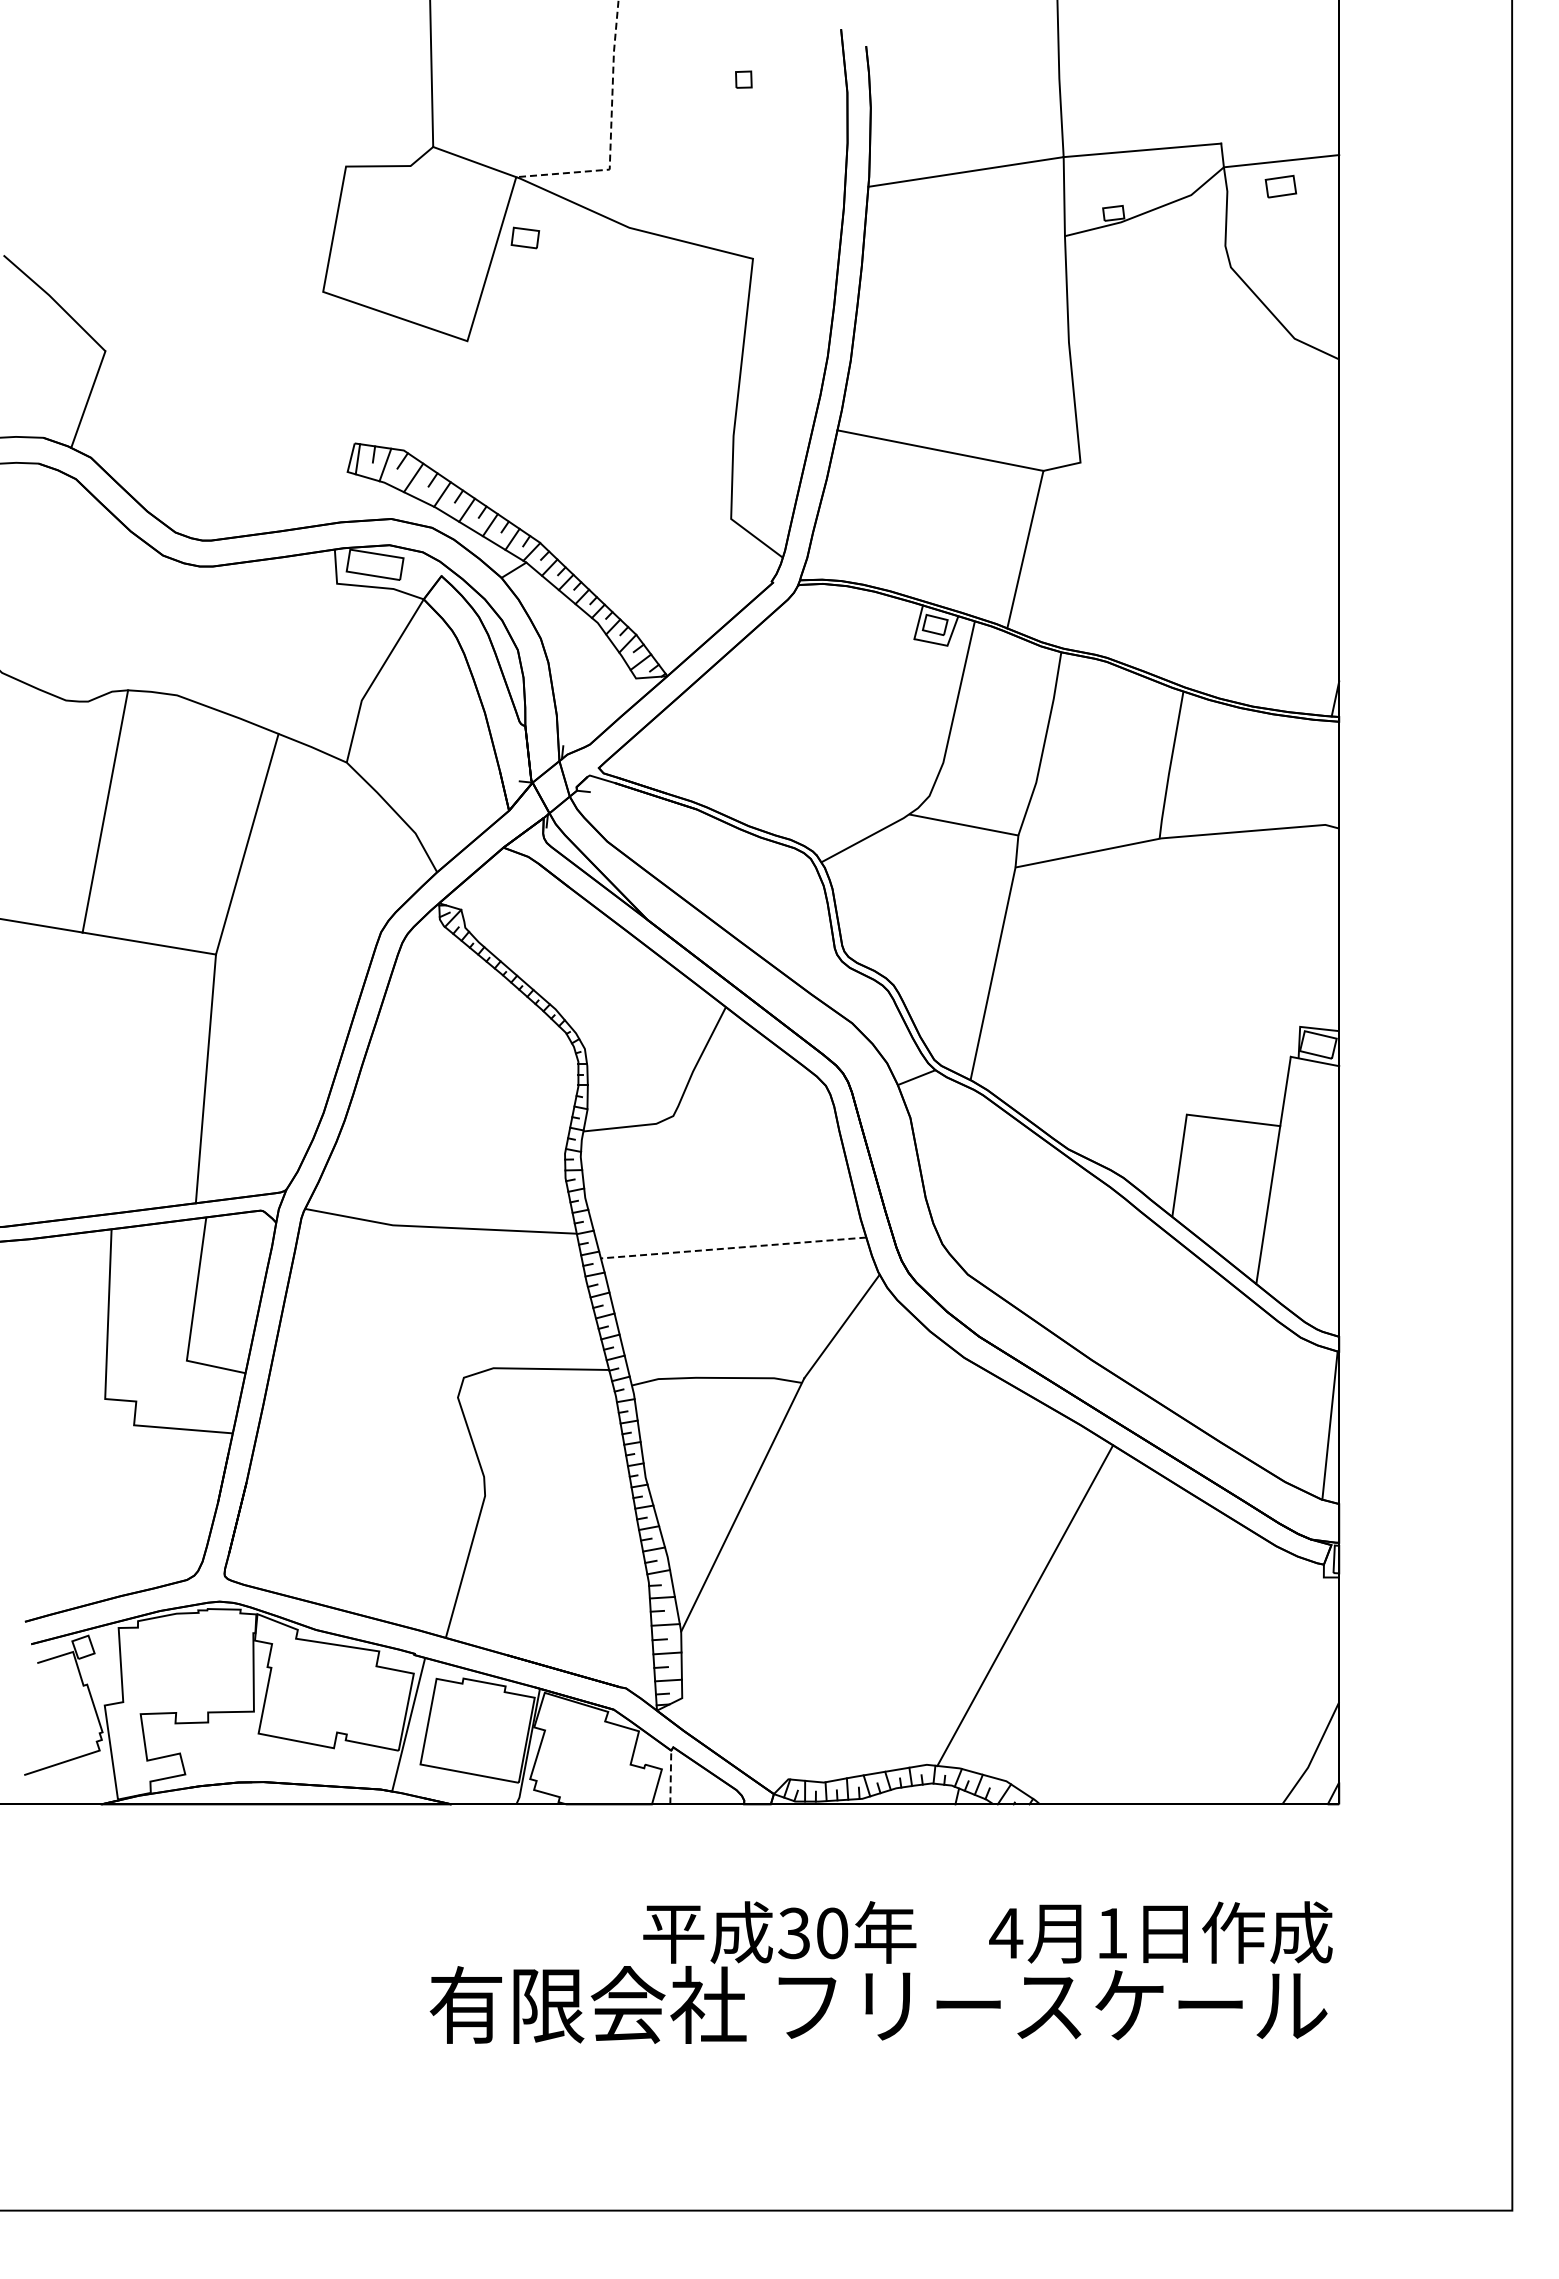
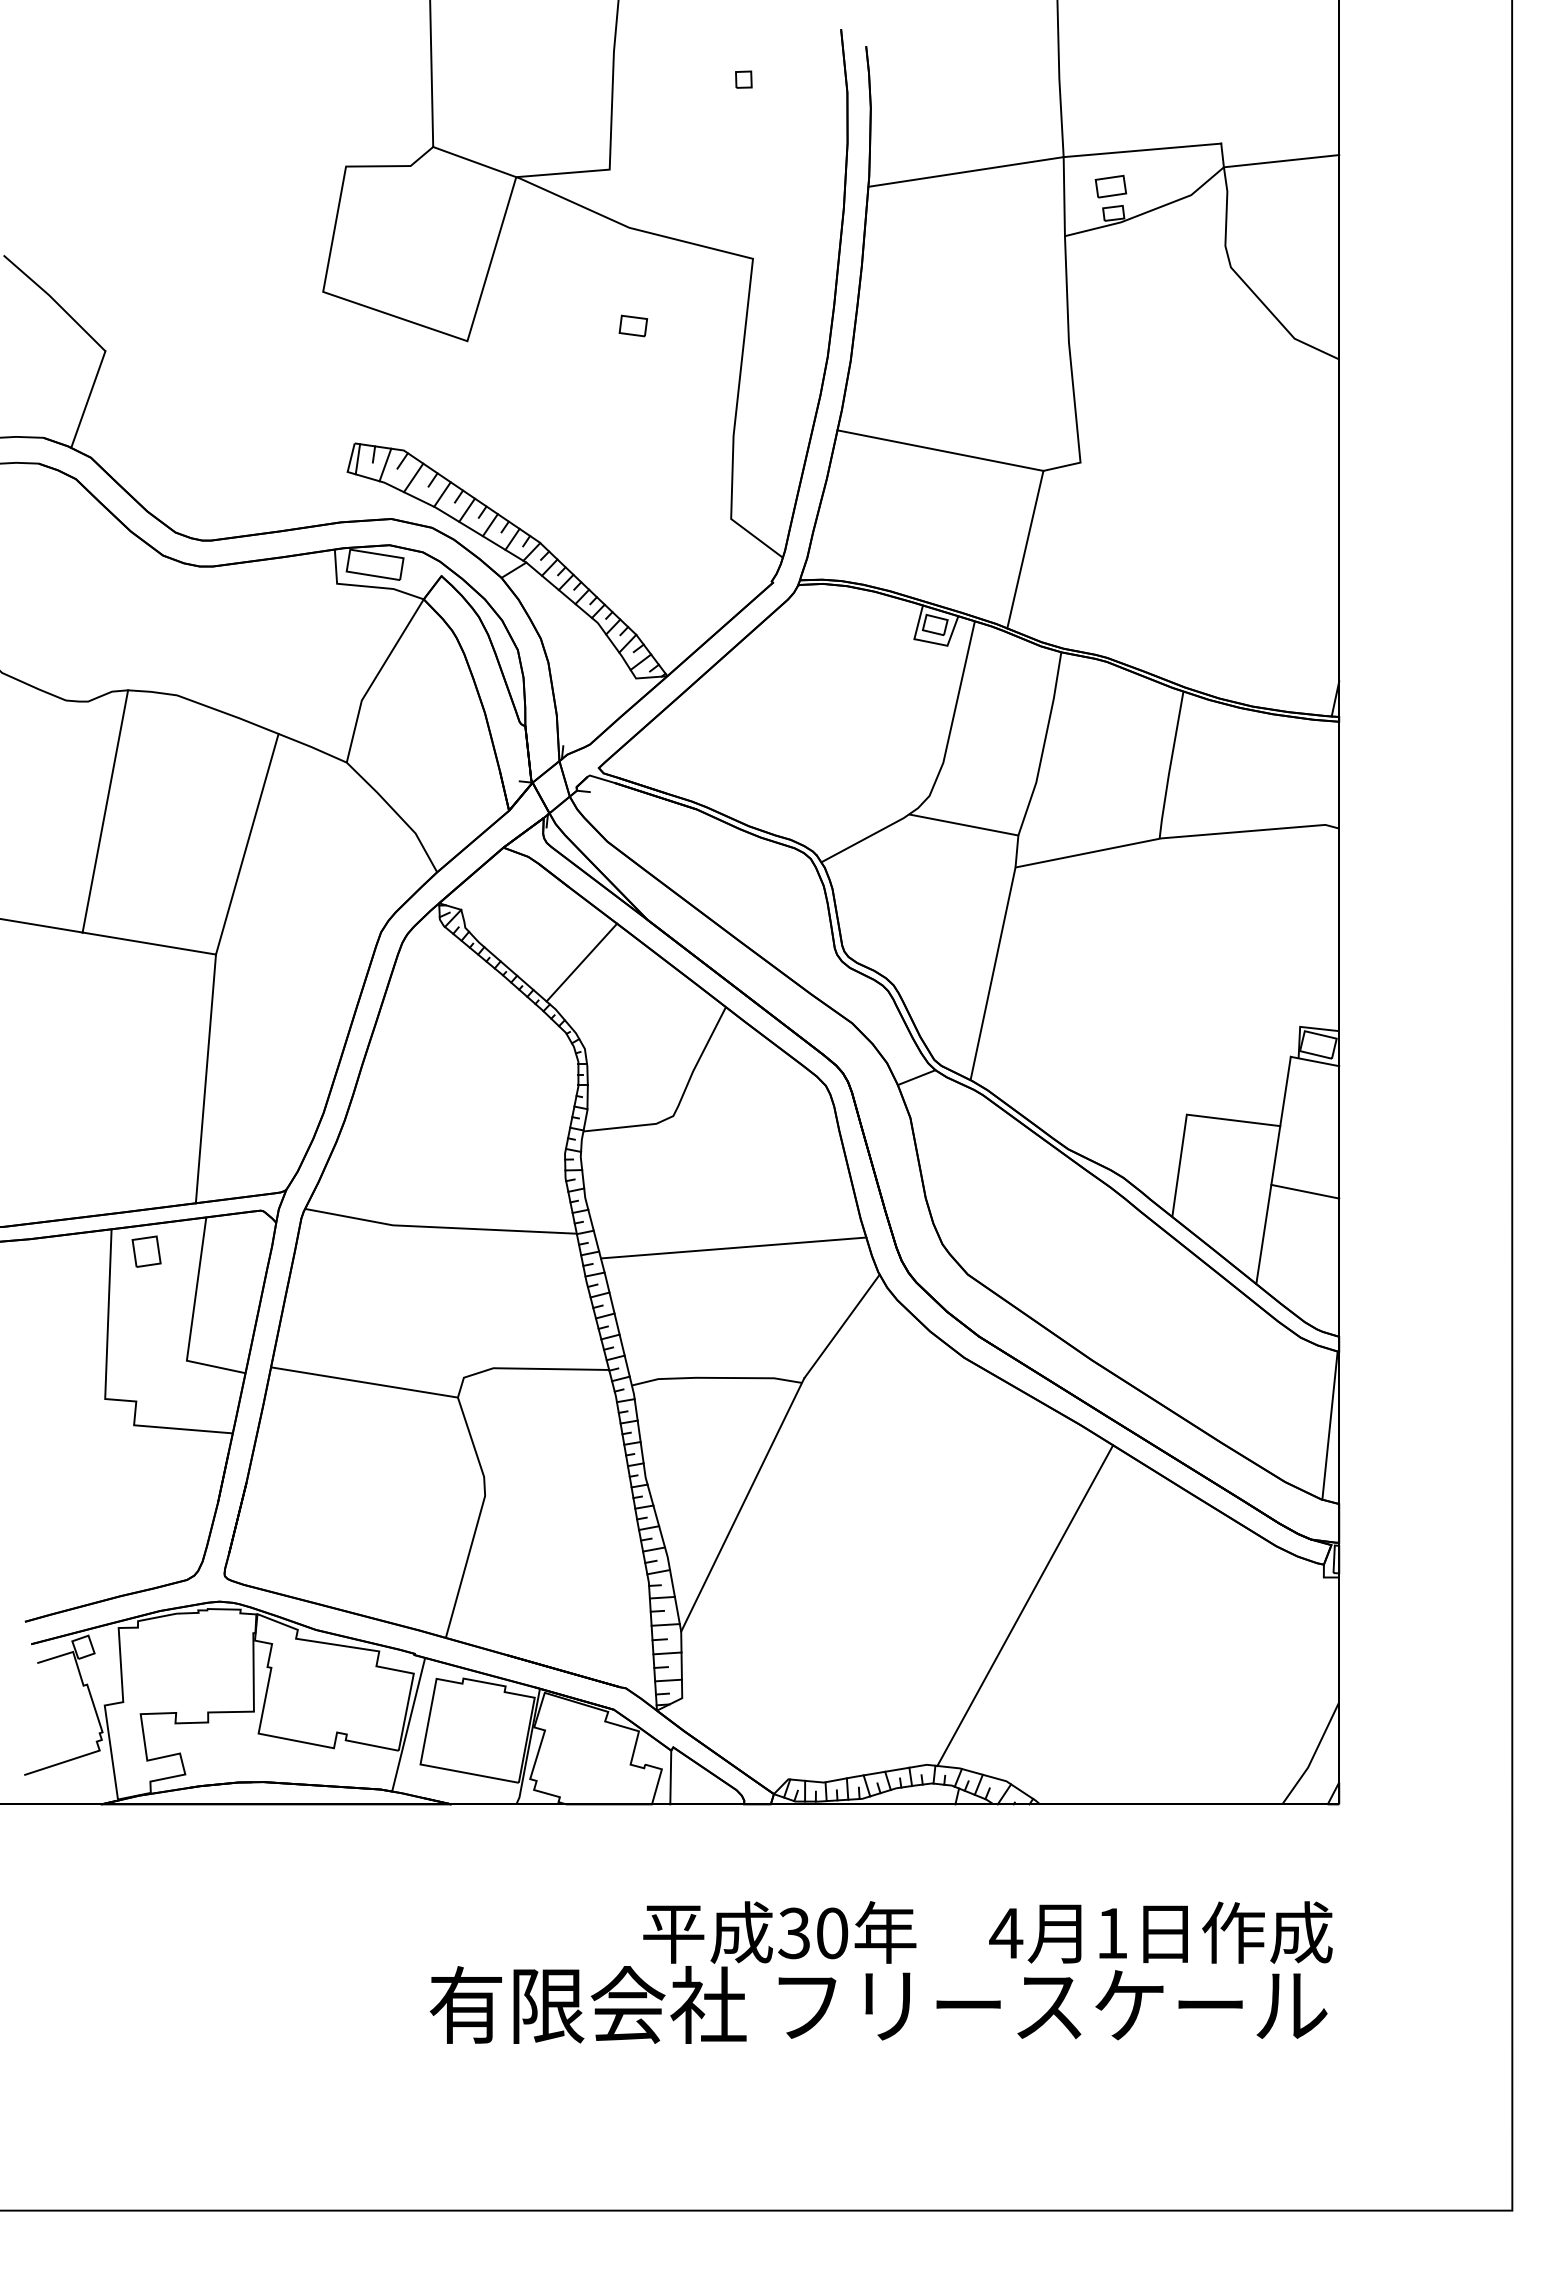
line at (611, 131): dashed -> solid
part at (1280, 186) position: (1280, 186) -> (1110, 186)
part at (525, 237) position: (525, 237) -> (633, 325)
line at (581, 962): none -> present
line at (1305, 1191): none -> present
line at (733, 1248): dashed -> solid
part at (146, 1251): none -> present
line at (364, 1382): none -> present
line at (670, 1777): dashed -> solid
